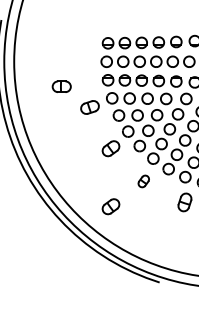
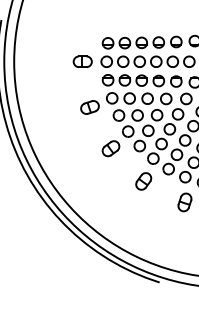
part at (61, 86) position: (61, 86) -> (82, 61)
part at (143, 181) size: 13x15 px -> 18x19 px
part at (110, 206): present -> none
